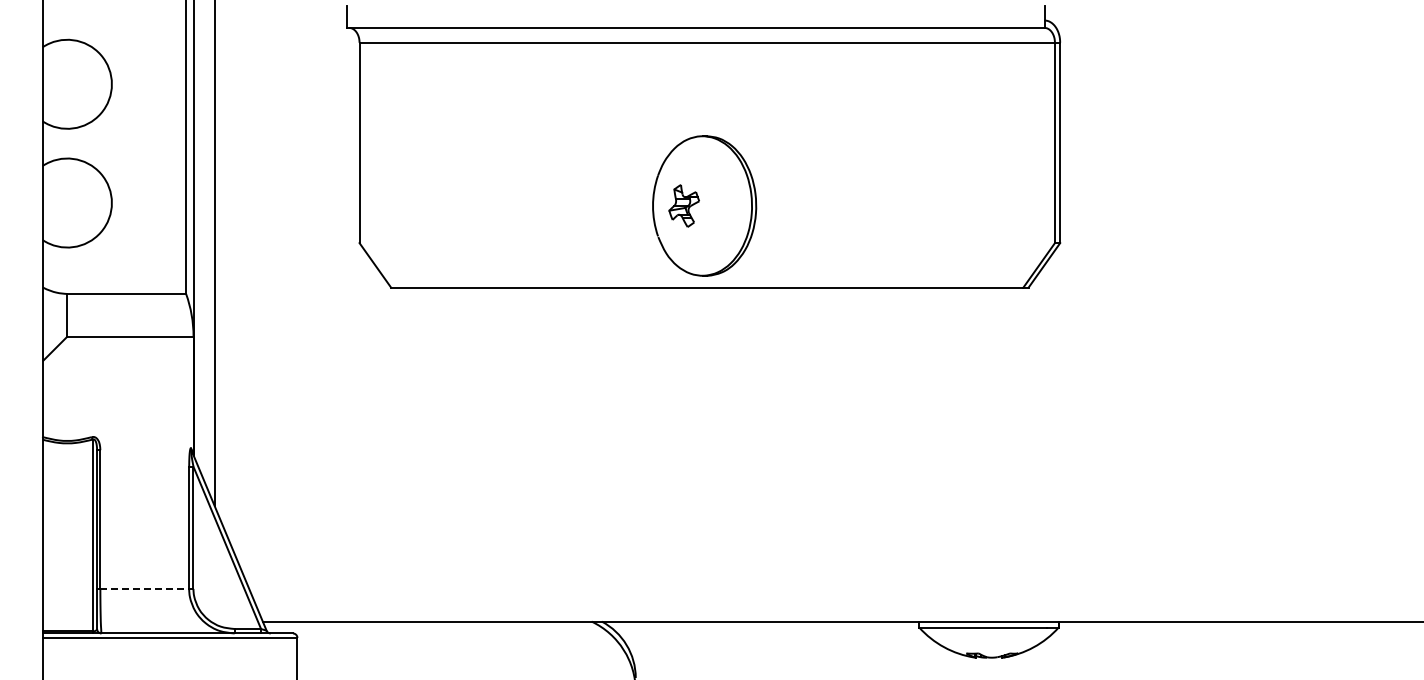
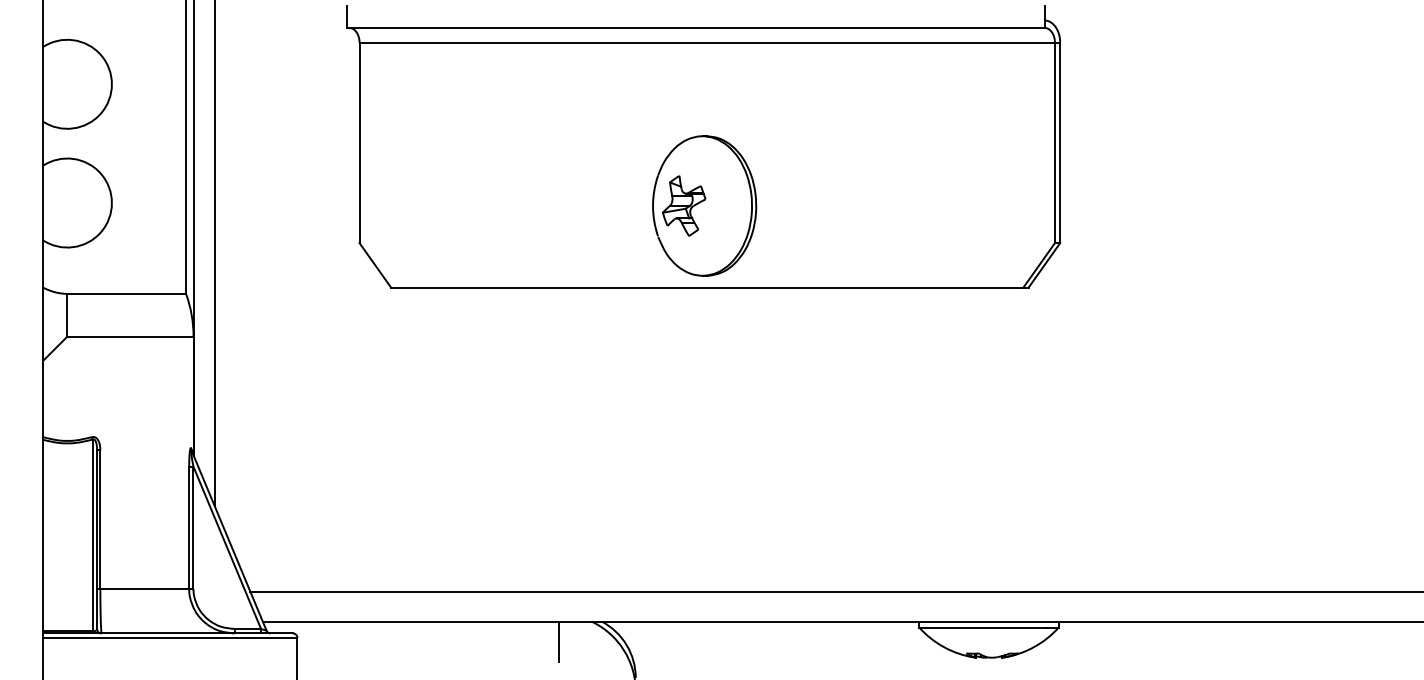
part at (683, 205) size: 32x44 px -> 45x62 px
line at (145, 588): dashed -> solid
line at (835, 591): none -> present
line at (558, 641): none -> present
